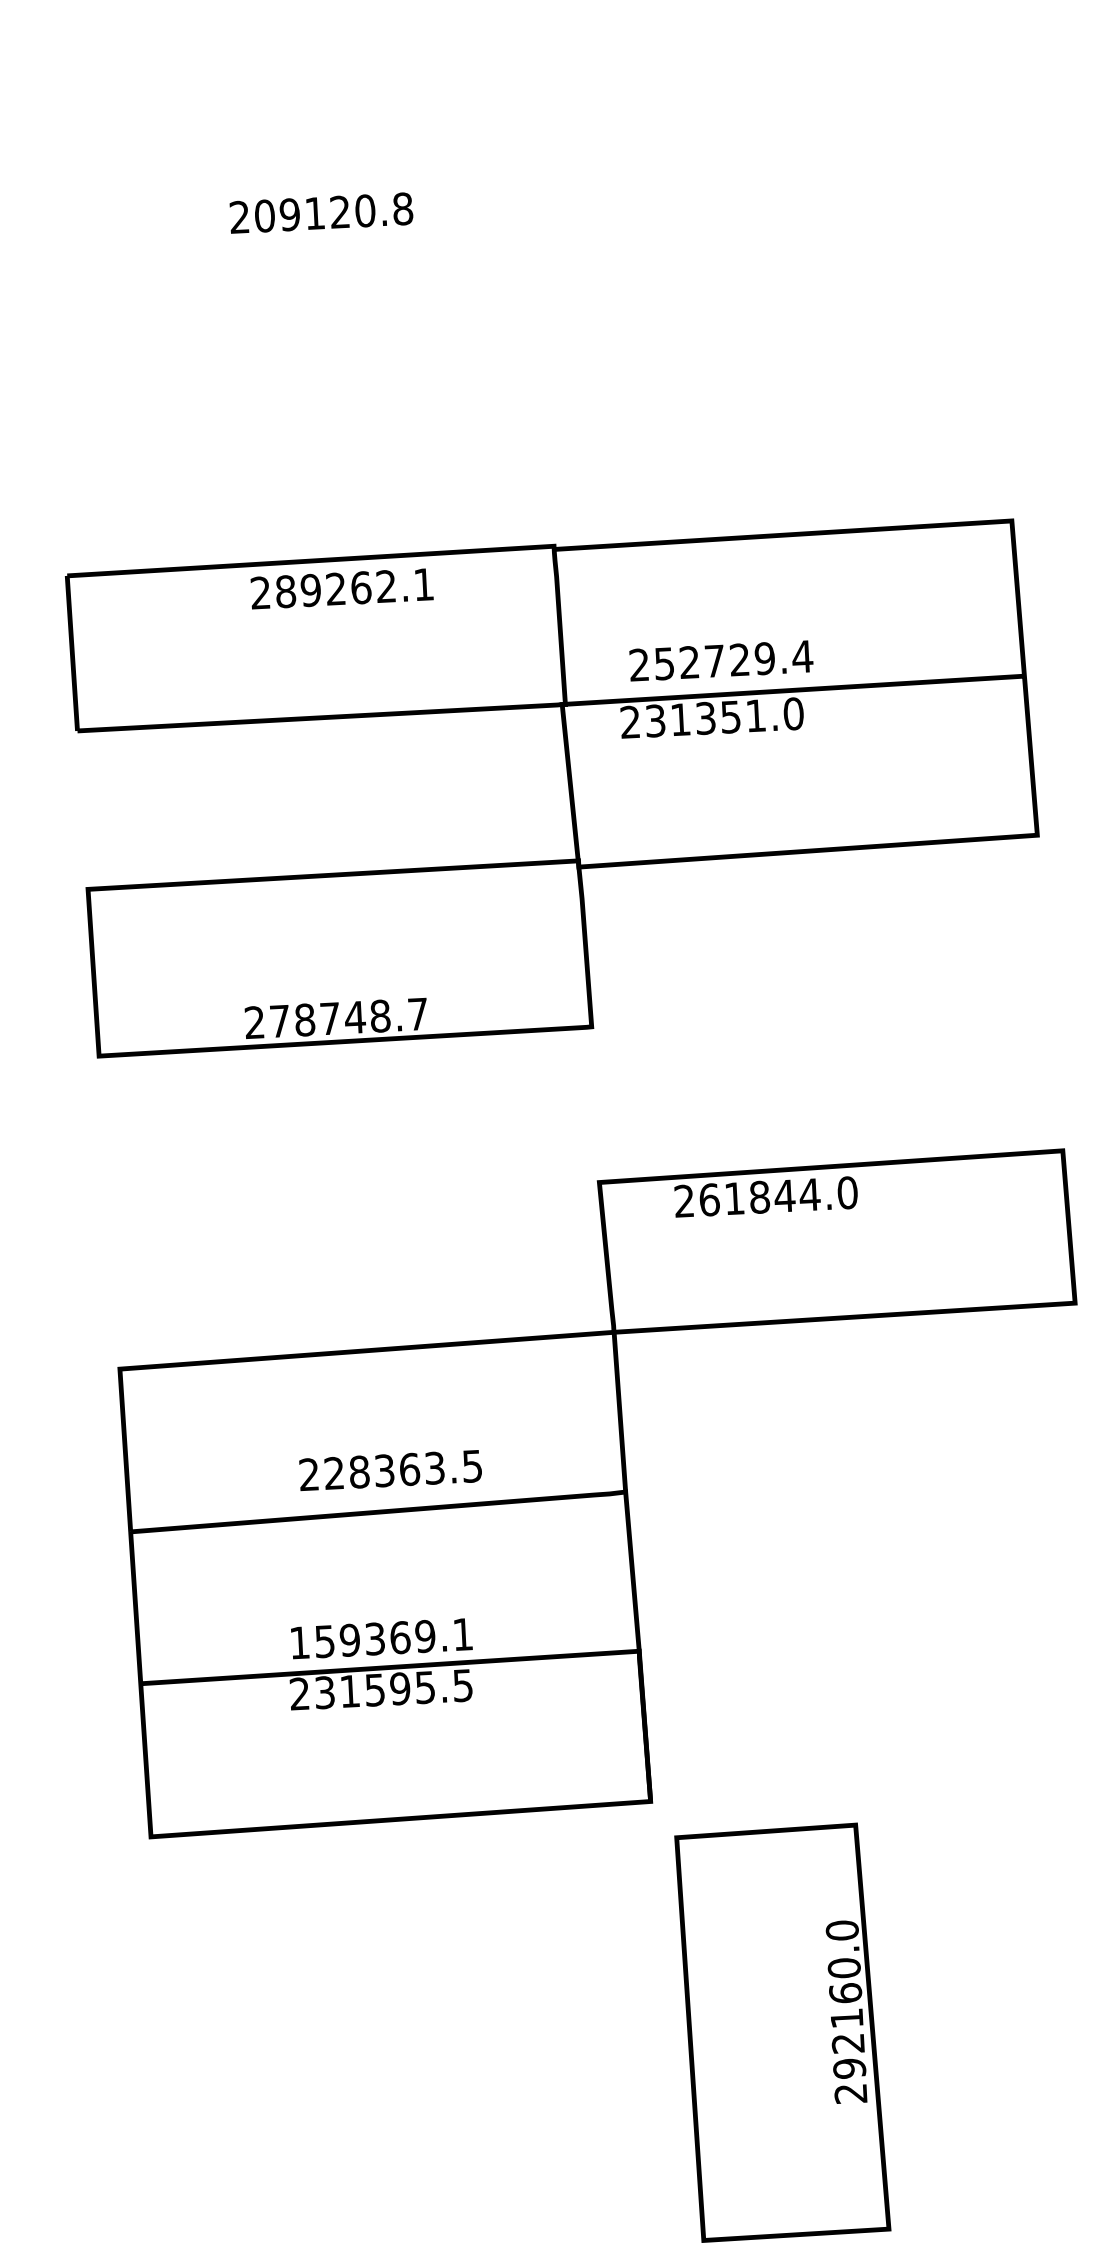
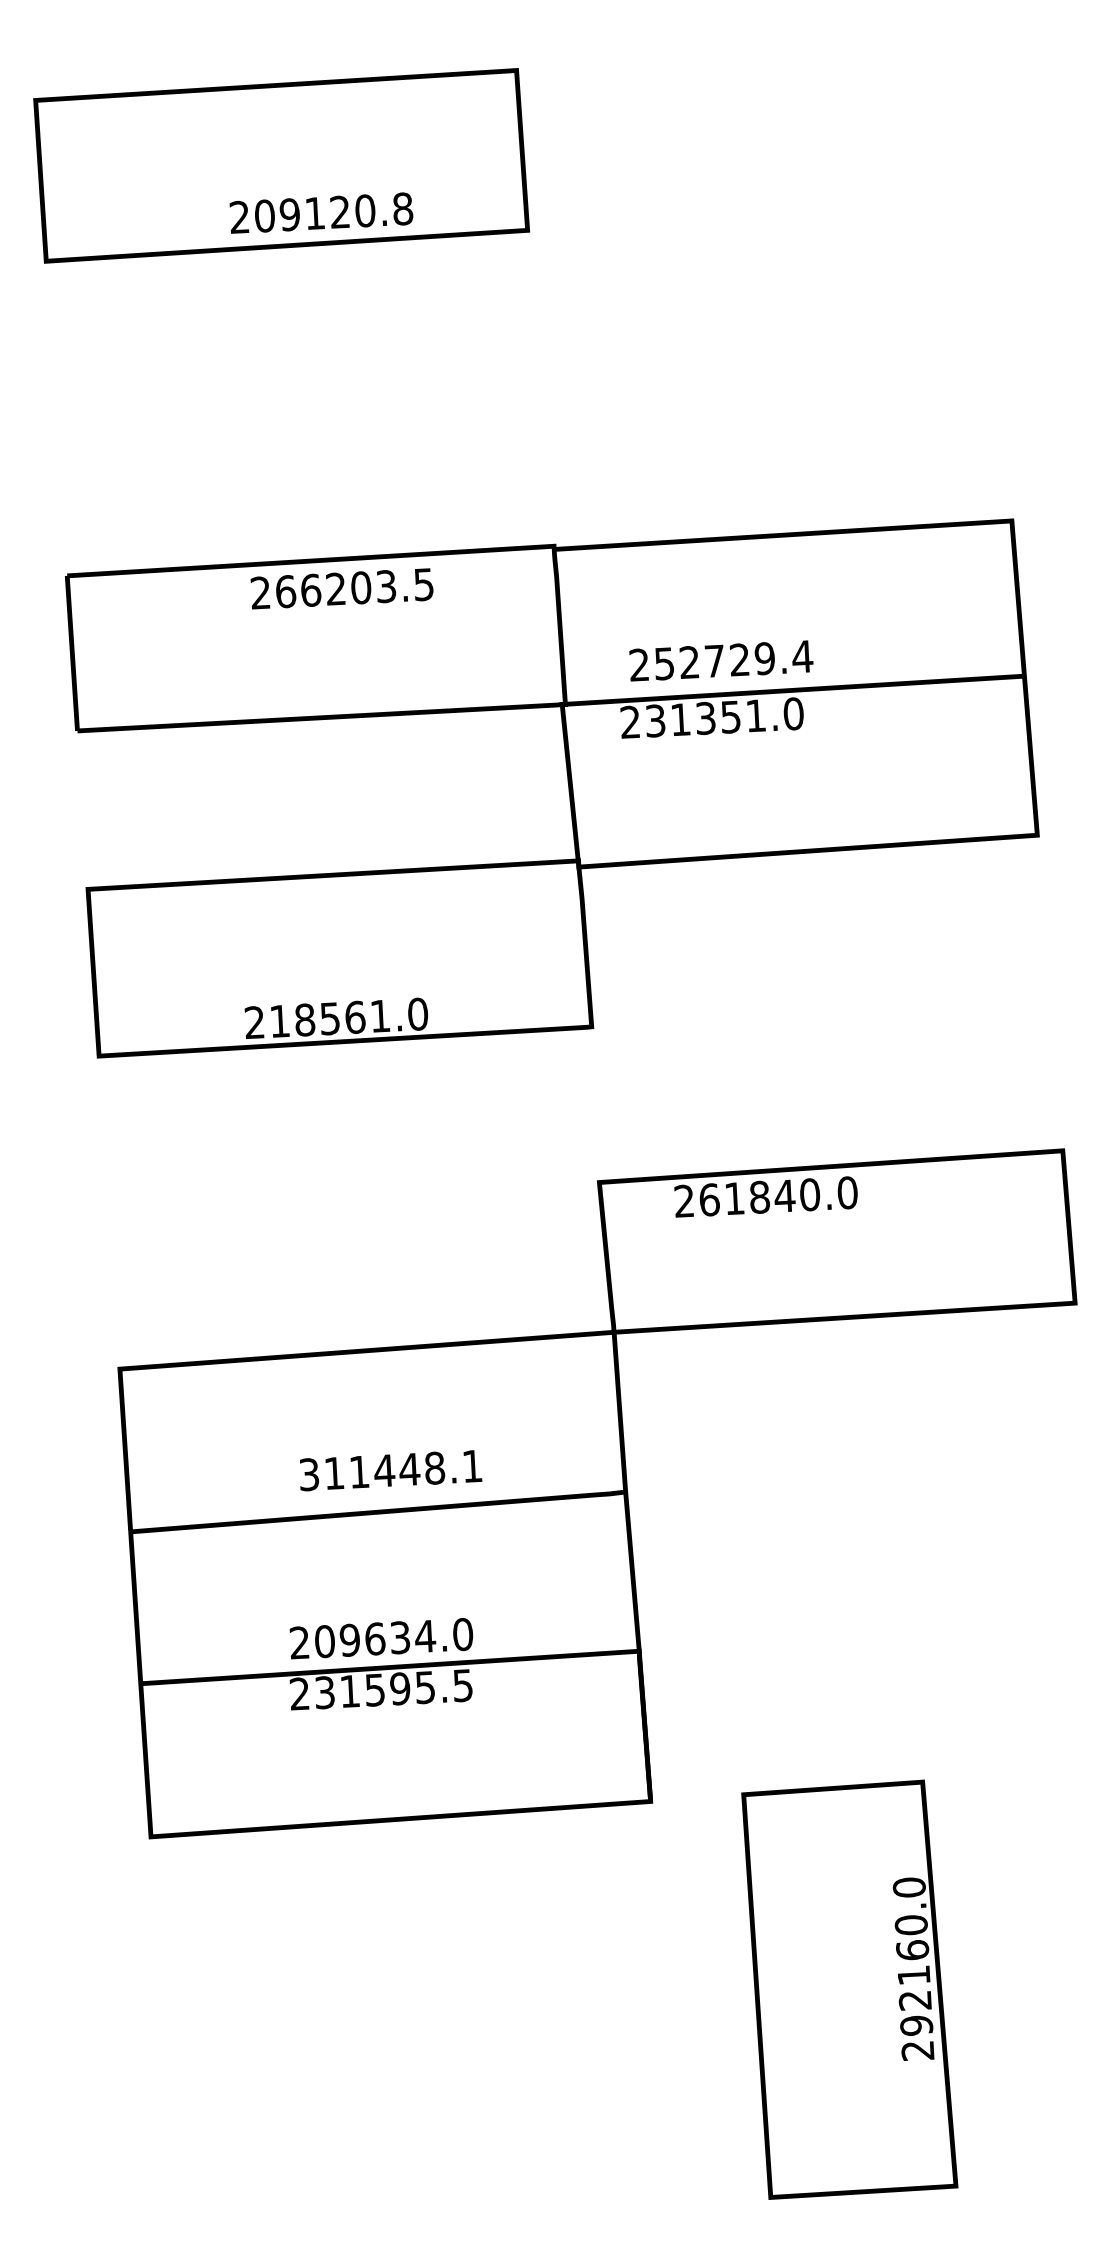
part at (281, 165): none -> present
text at (354, 588): 289262.1 -> 266203.5
text at (349, 1017): 278748.7 -> 218561.0
text at (809, 1194): 261844.0 -> 261840.0
text at (390, 1470): 228363.5 -> 311448.1
text at (381, 1638): 159369.1 -> 209634.0
text at (782, 2032) position: (782, 2032) -> (849, 1989)
